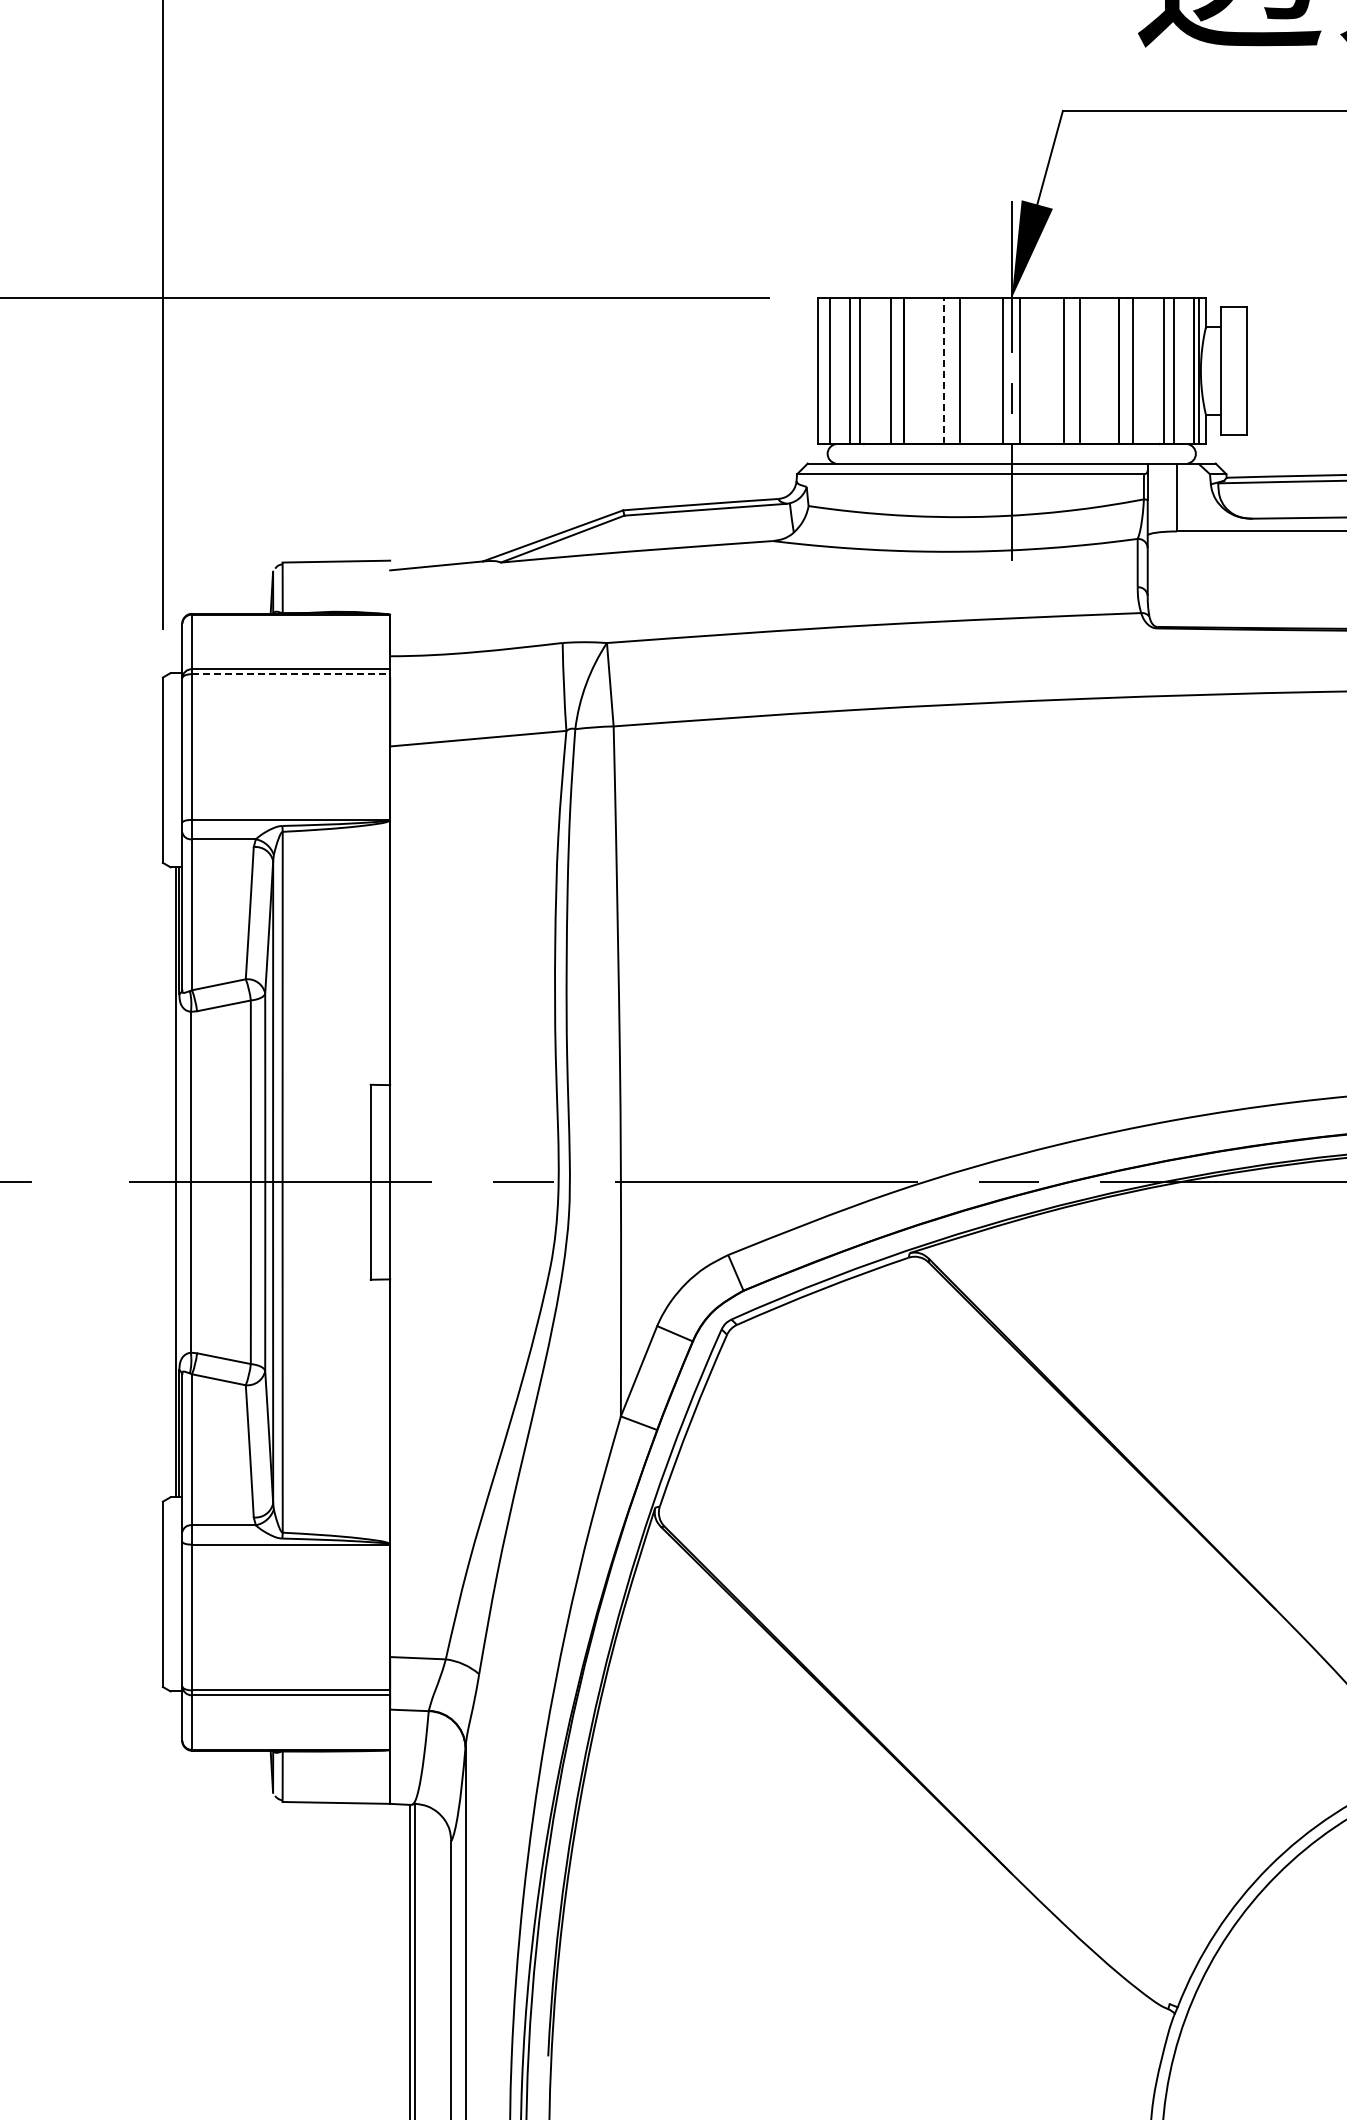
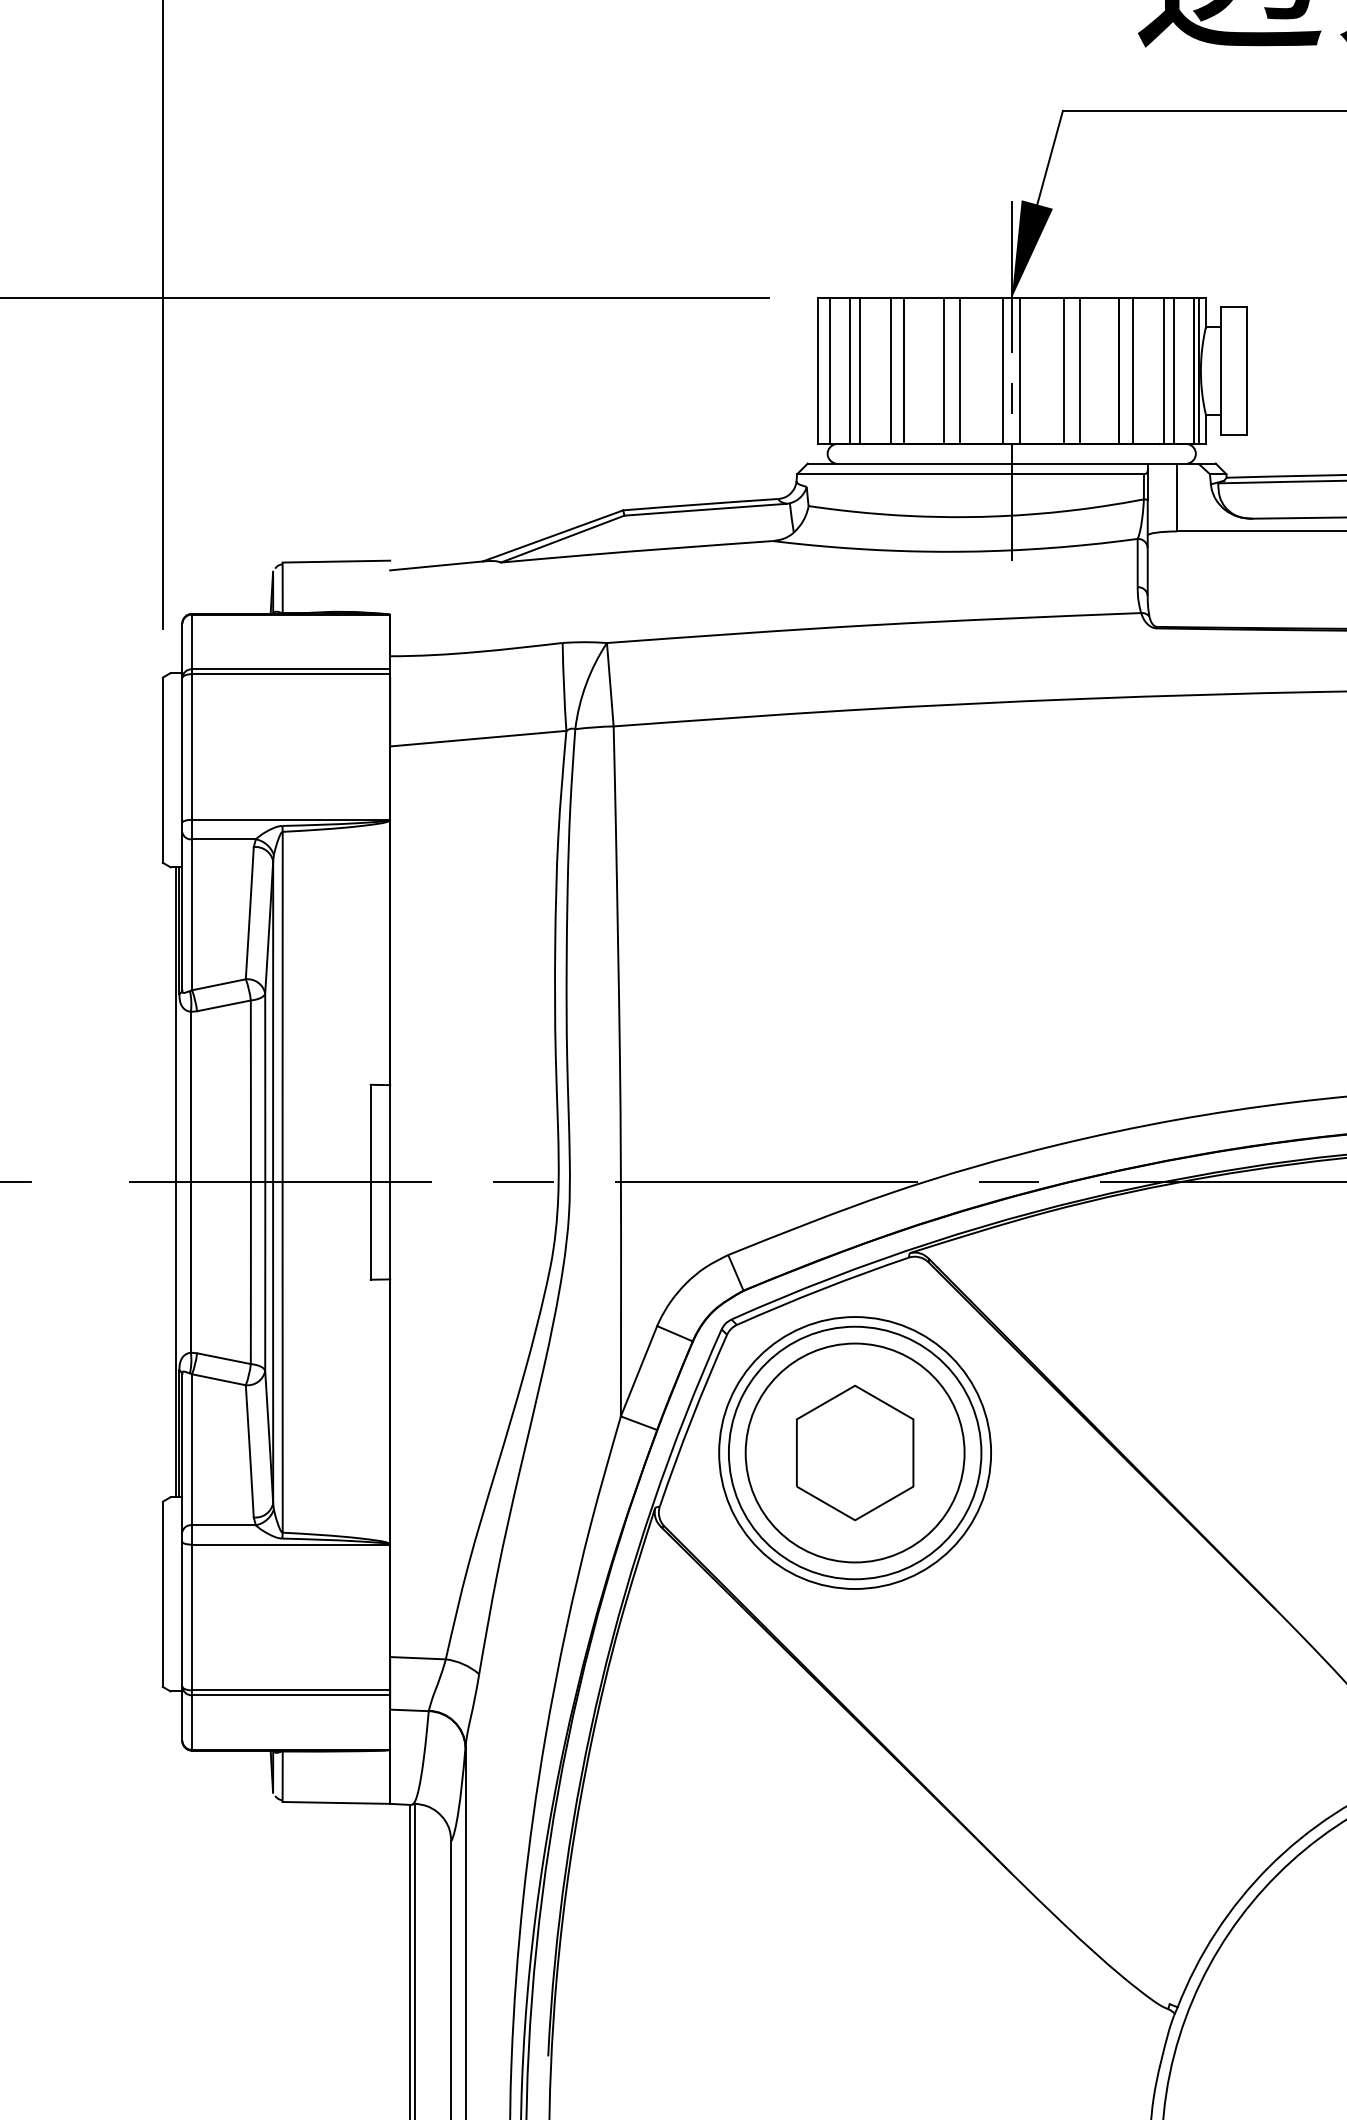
line at (943, 371): dashed -> solid
line at (291, 674): dashed -> solid
part at (854, 1452): none -> present
